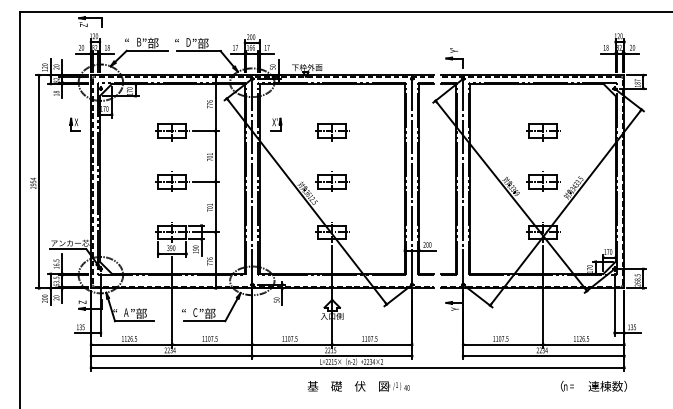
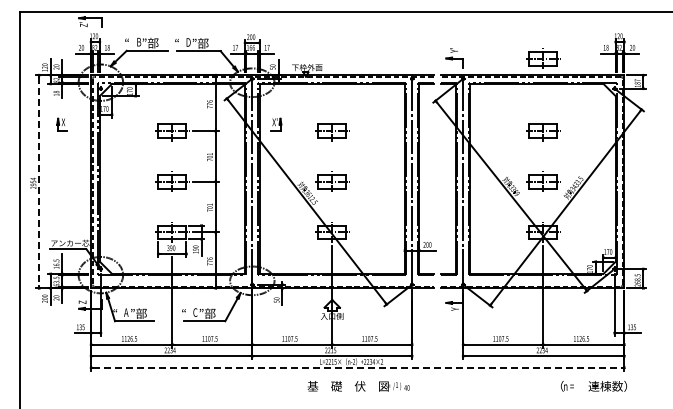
part at (543, 58): none -> present
part at (74, 124) position: (74, 124) -> (61, 124)
line at (39, 182): solid -> dashed
line at (358, 367): solid -> dashed
